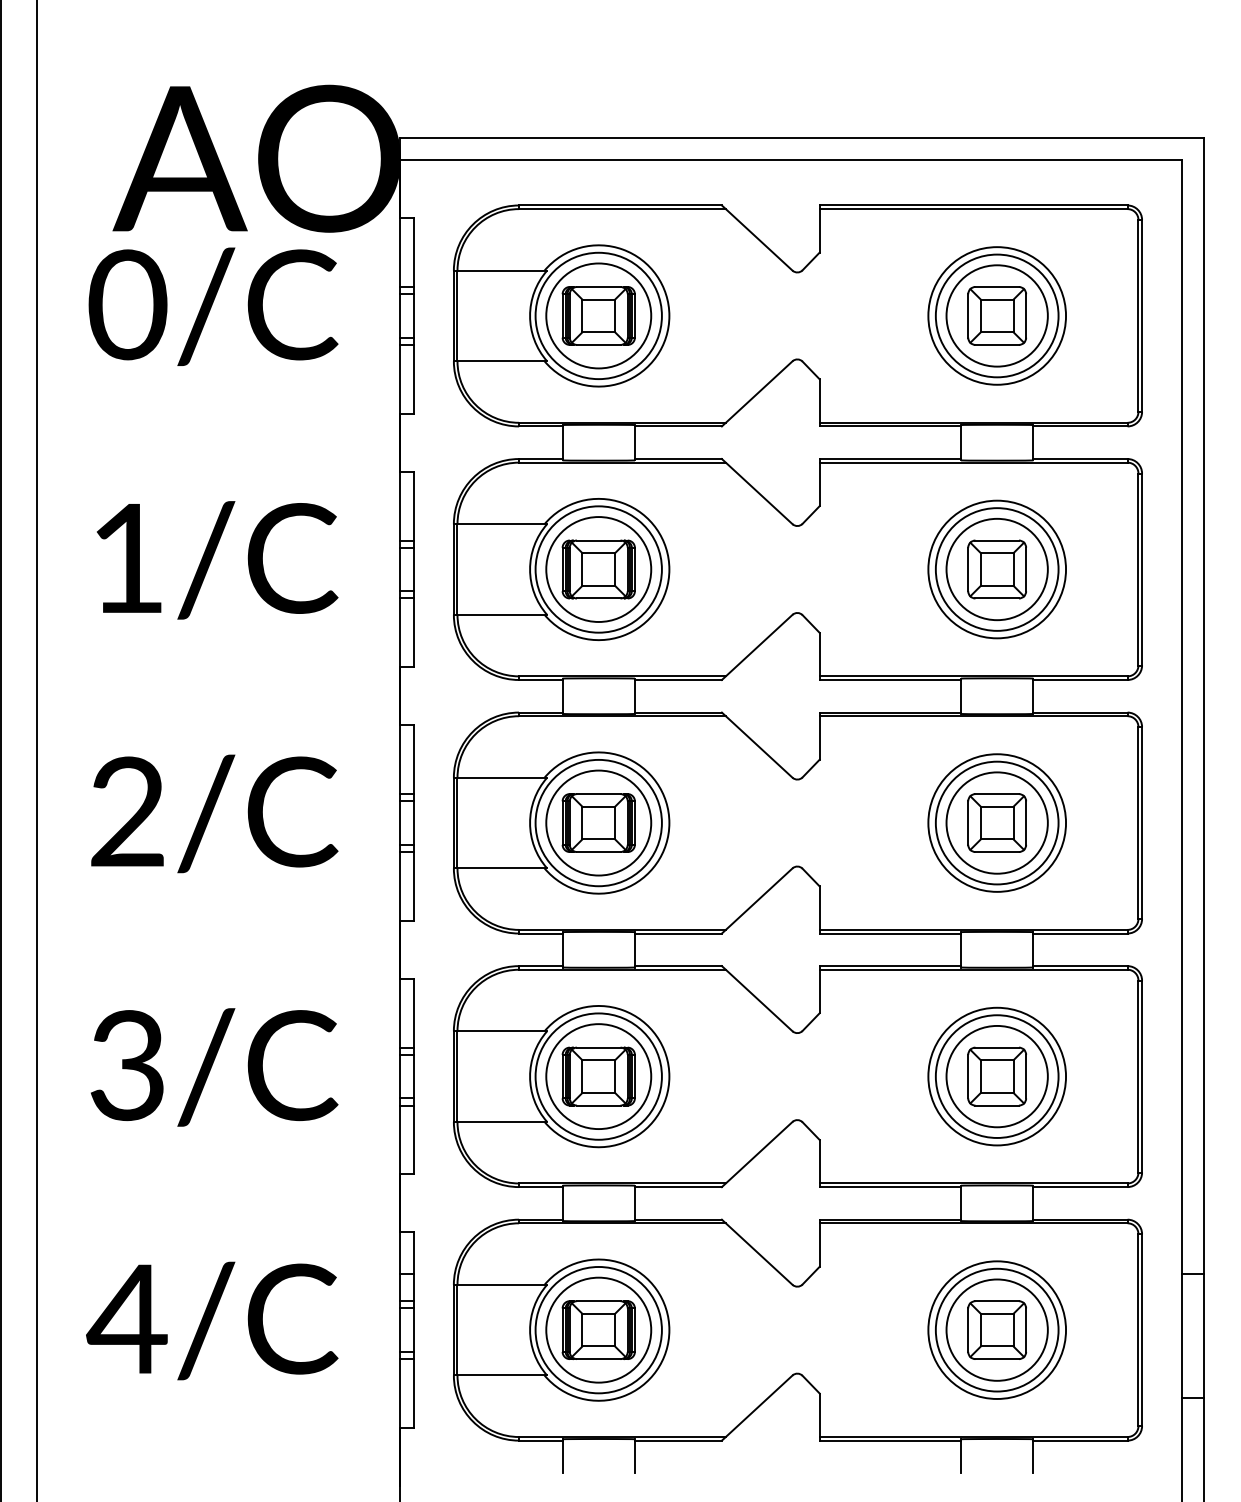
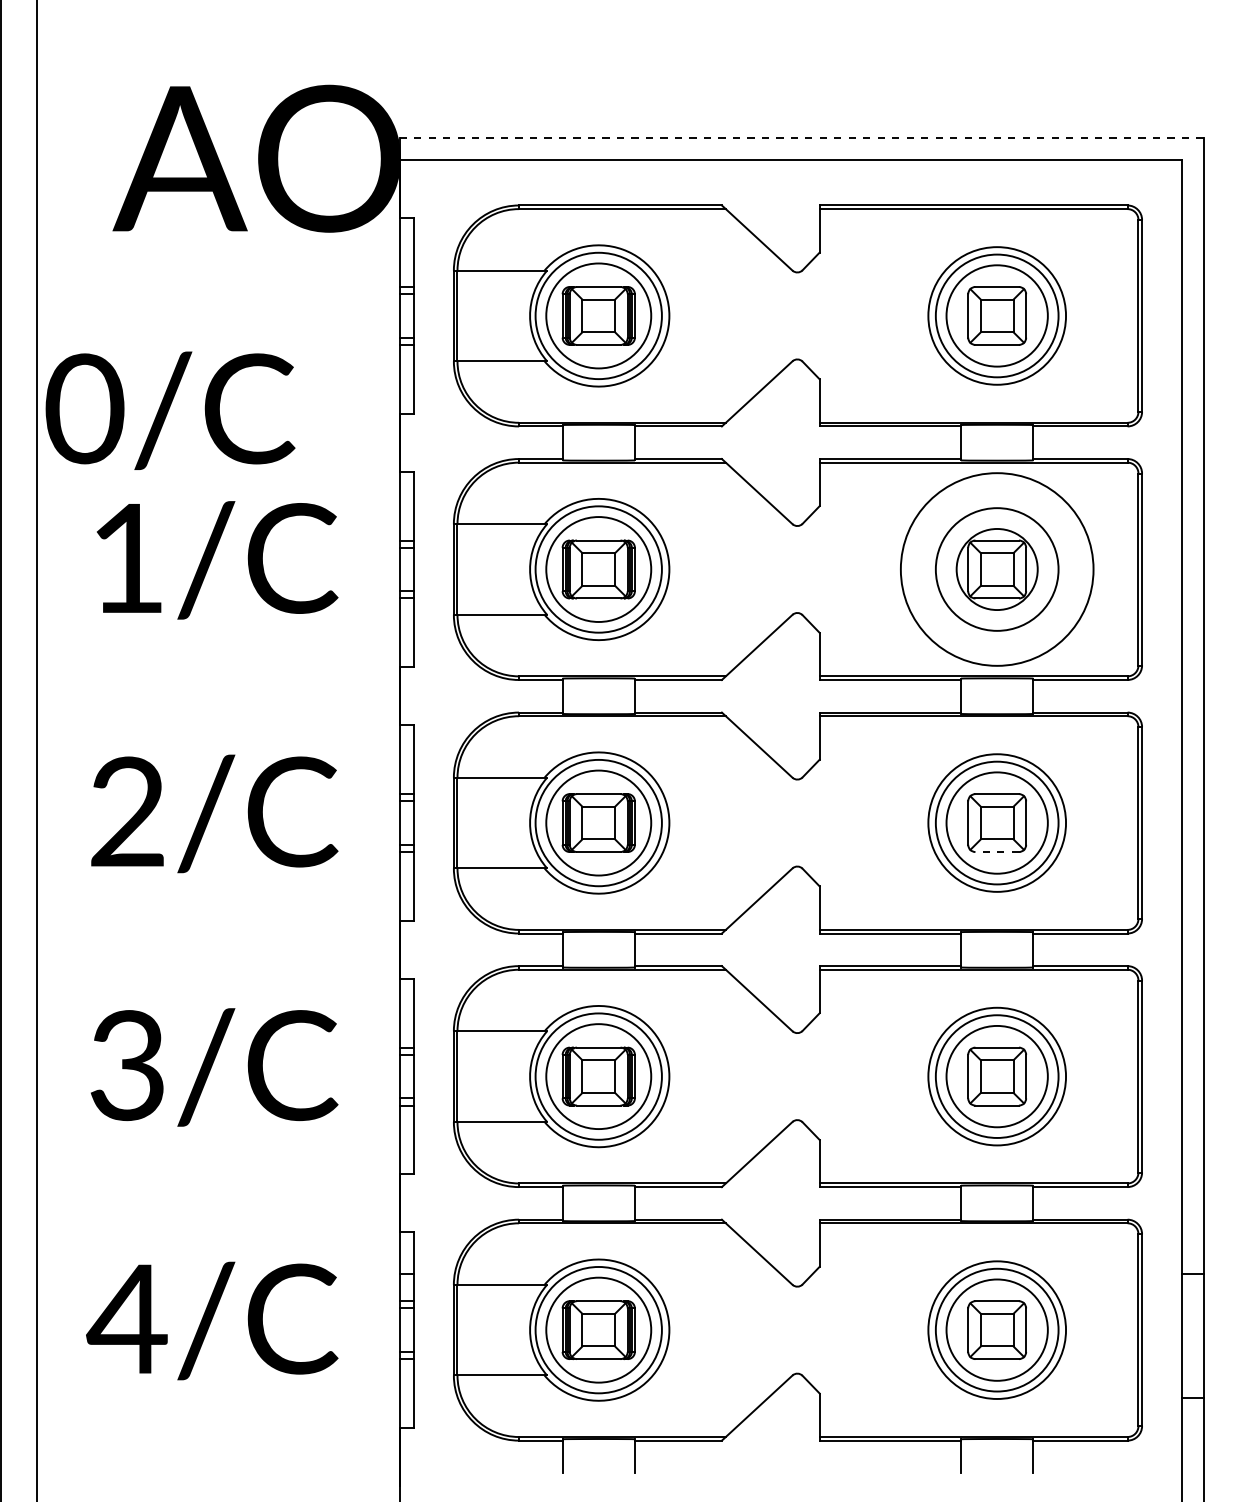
line at (802, 138): solid -> dashed
text at (213, 306) position: (213, 306) -> (170, 410)
circle at (996, 569) diameter: 101 px -> 81 px
circle at (997, 569) diameter: 138 px -> 193 px
line at (997, 852): solid -> dashed
